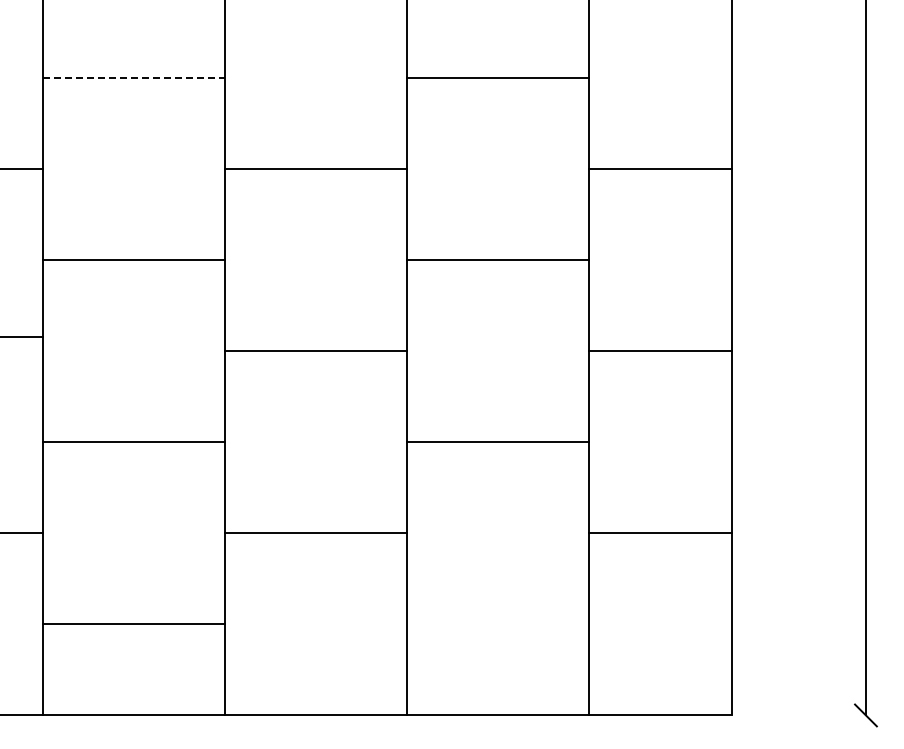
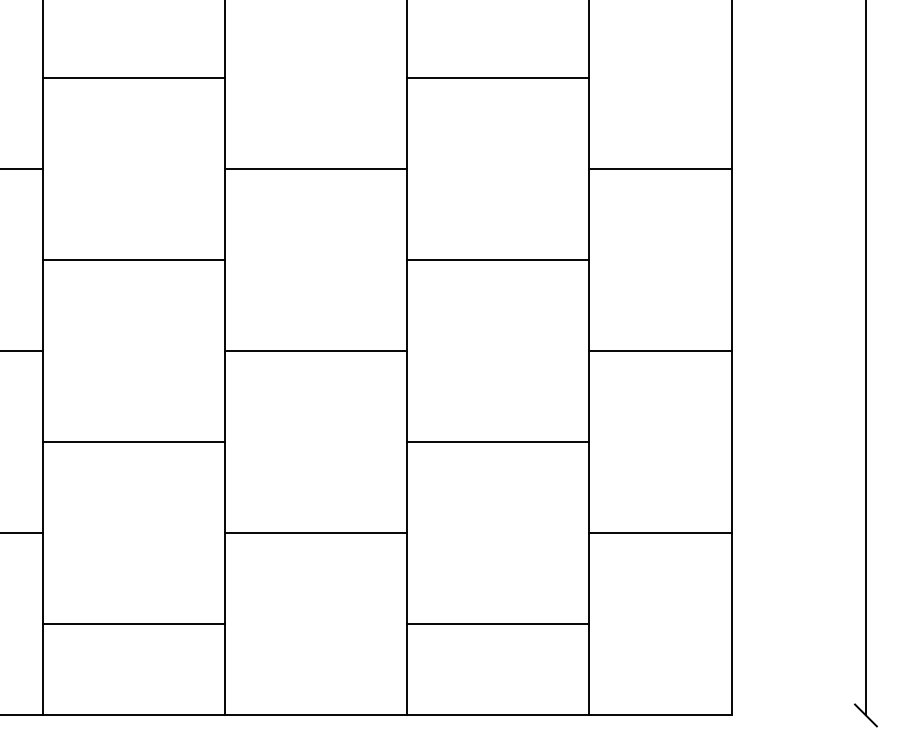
line at (134, 78): dashed -> solid
line at (22, 337) position: (22, 337) -> (22, 351)
line at (498, 624): none -> present
